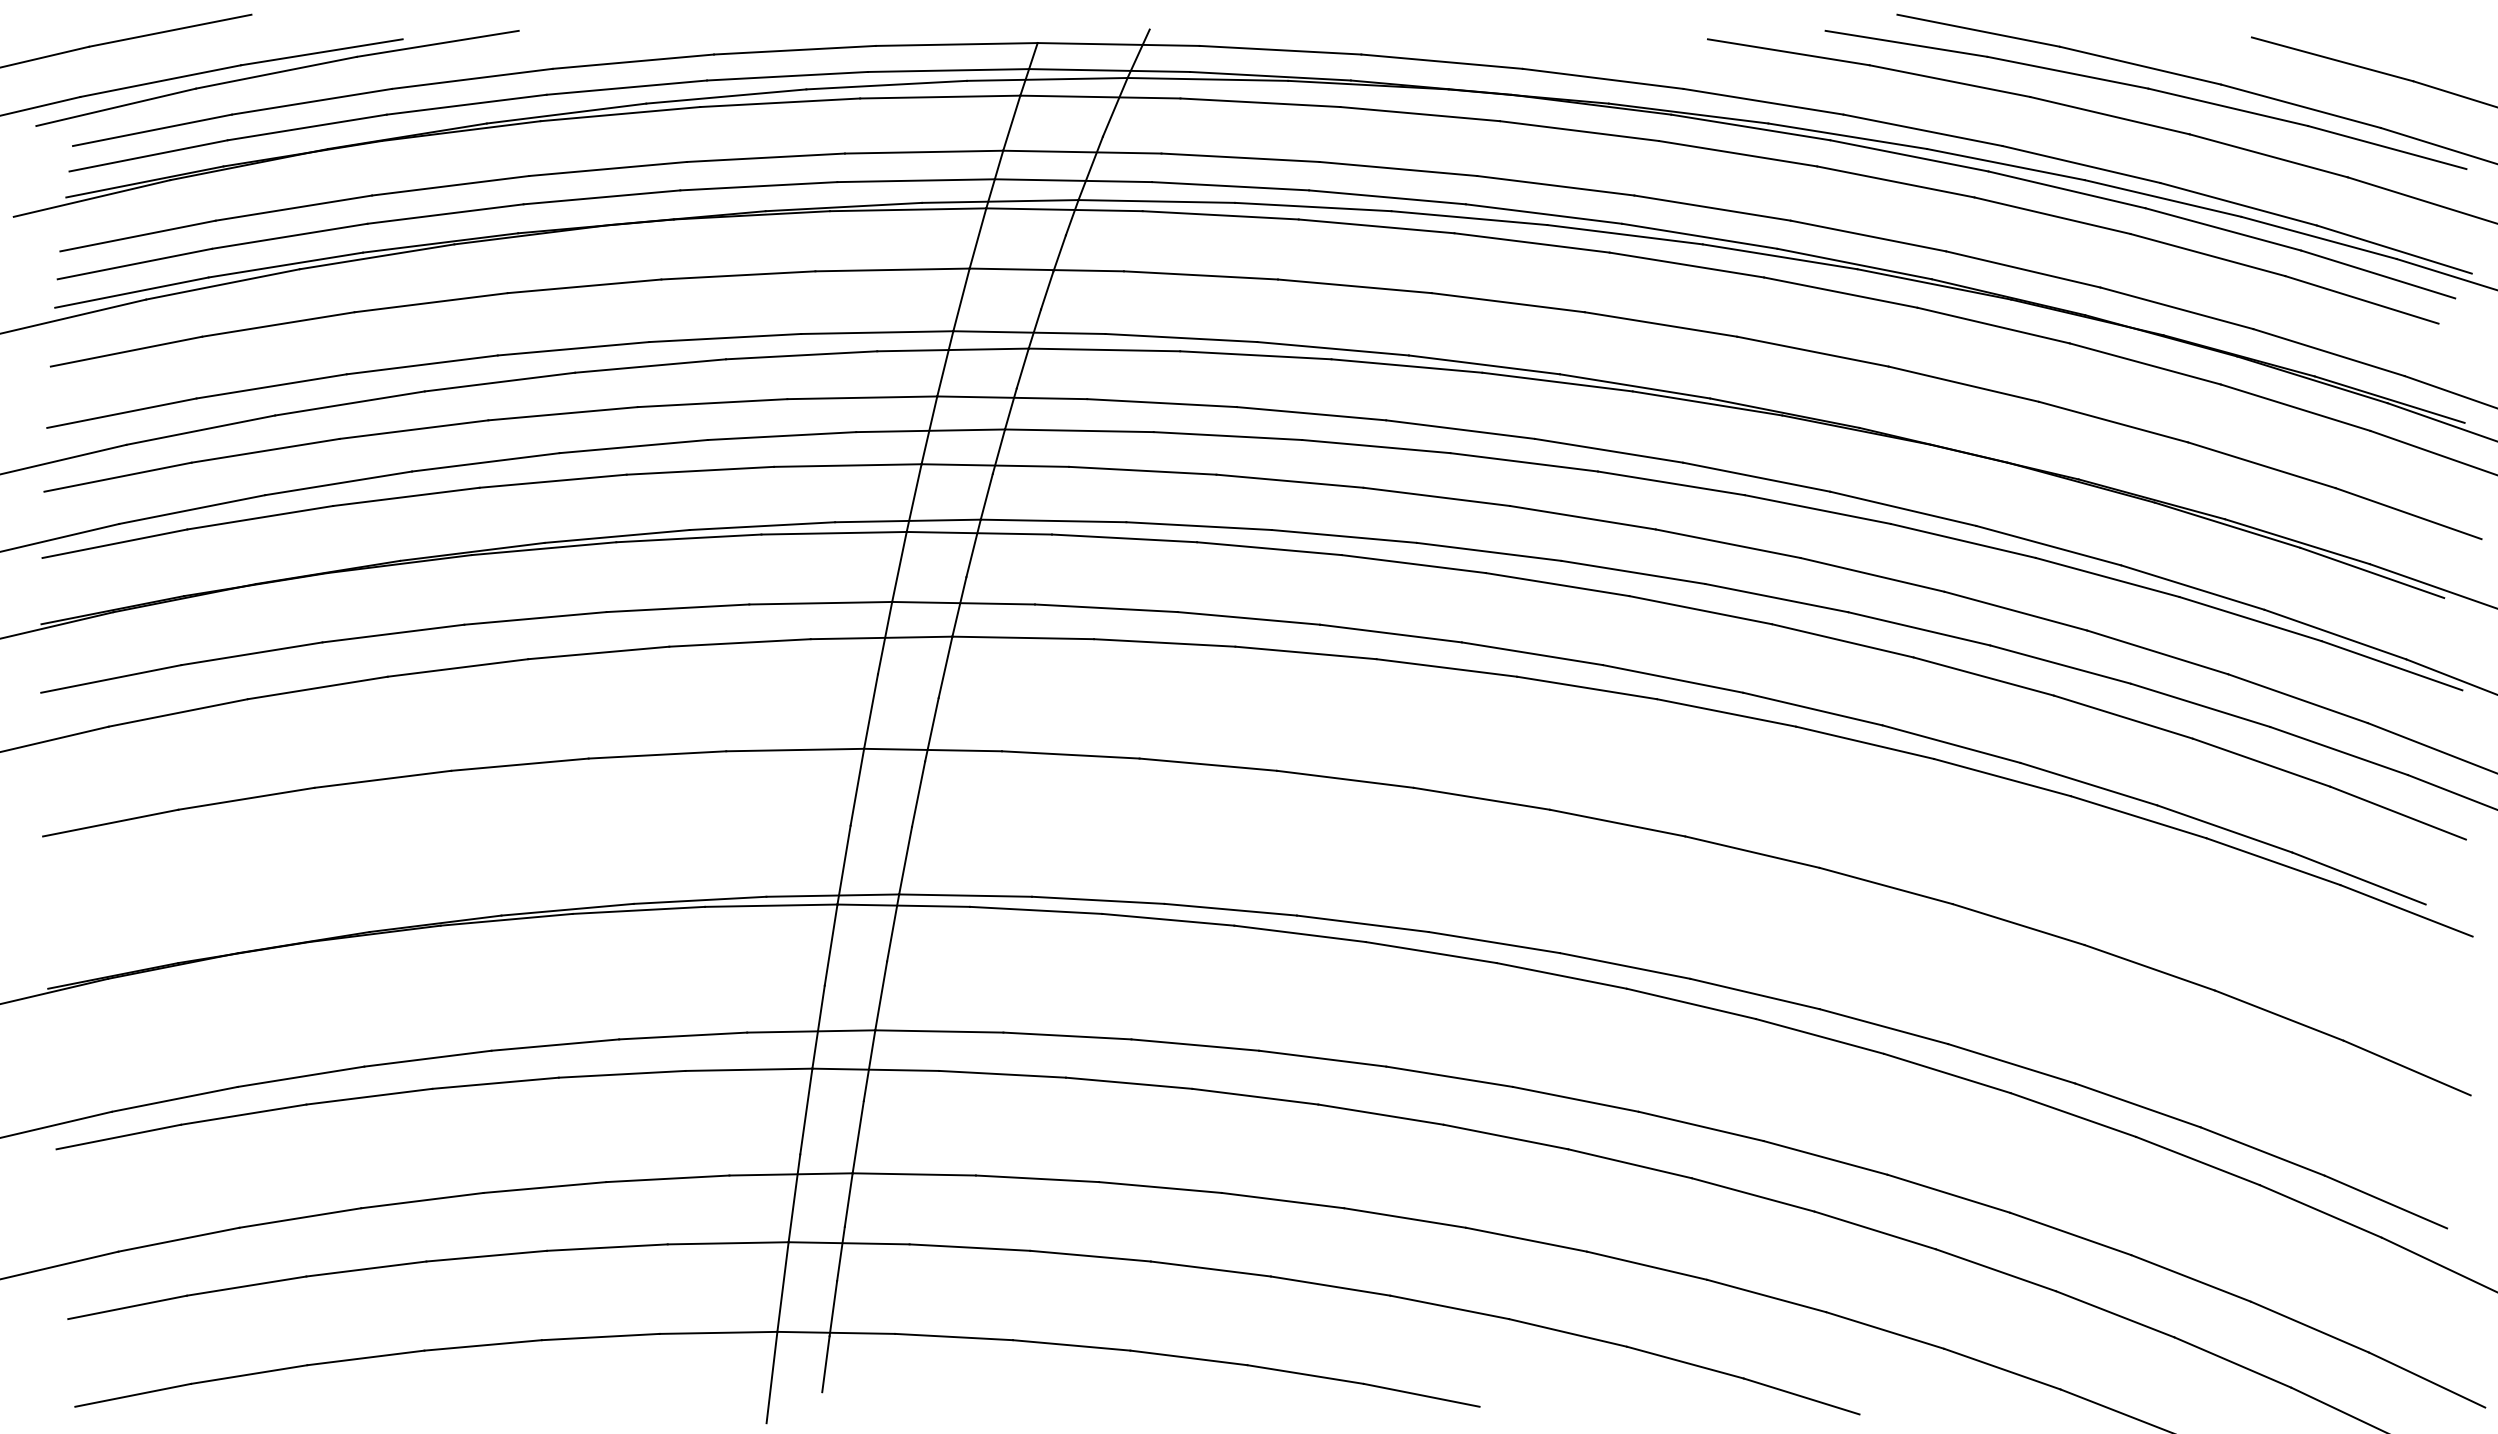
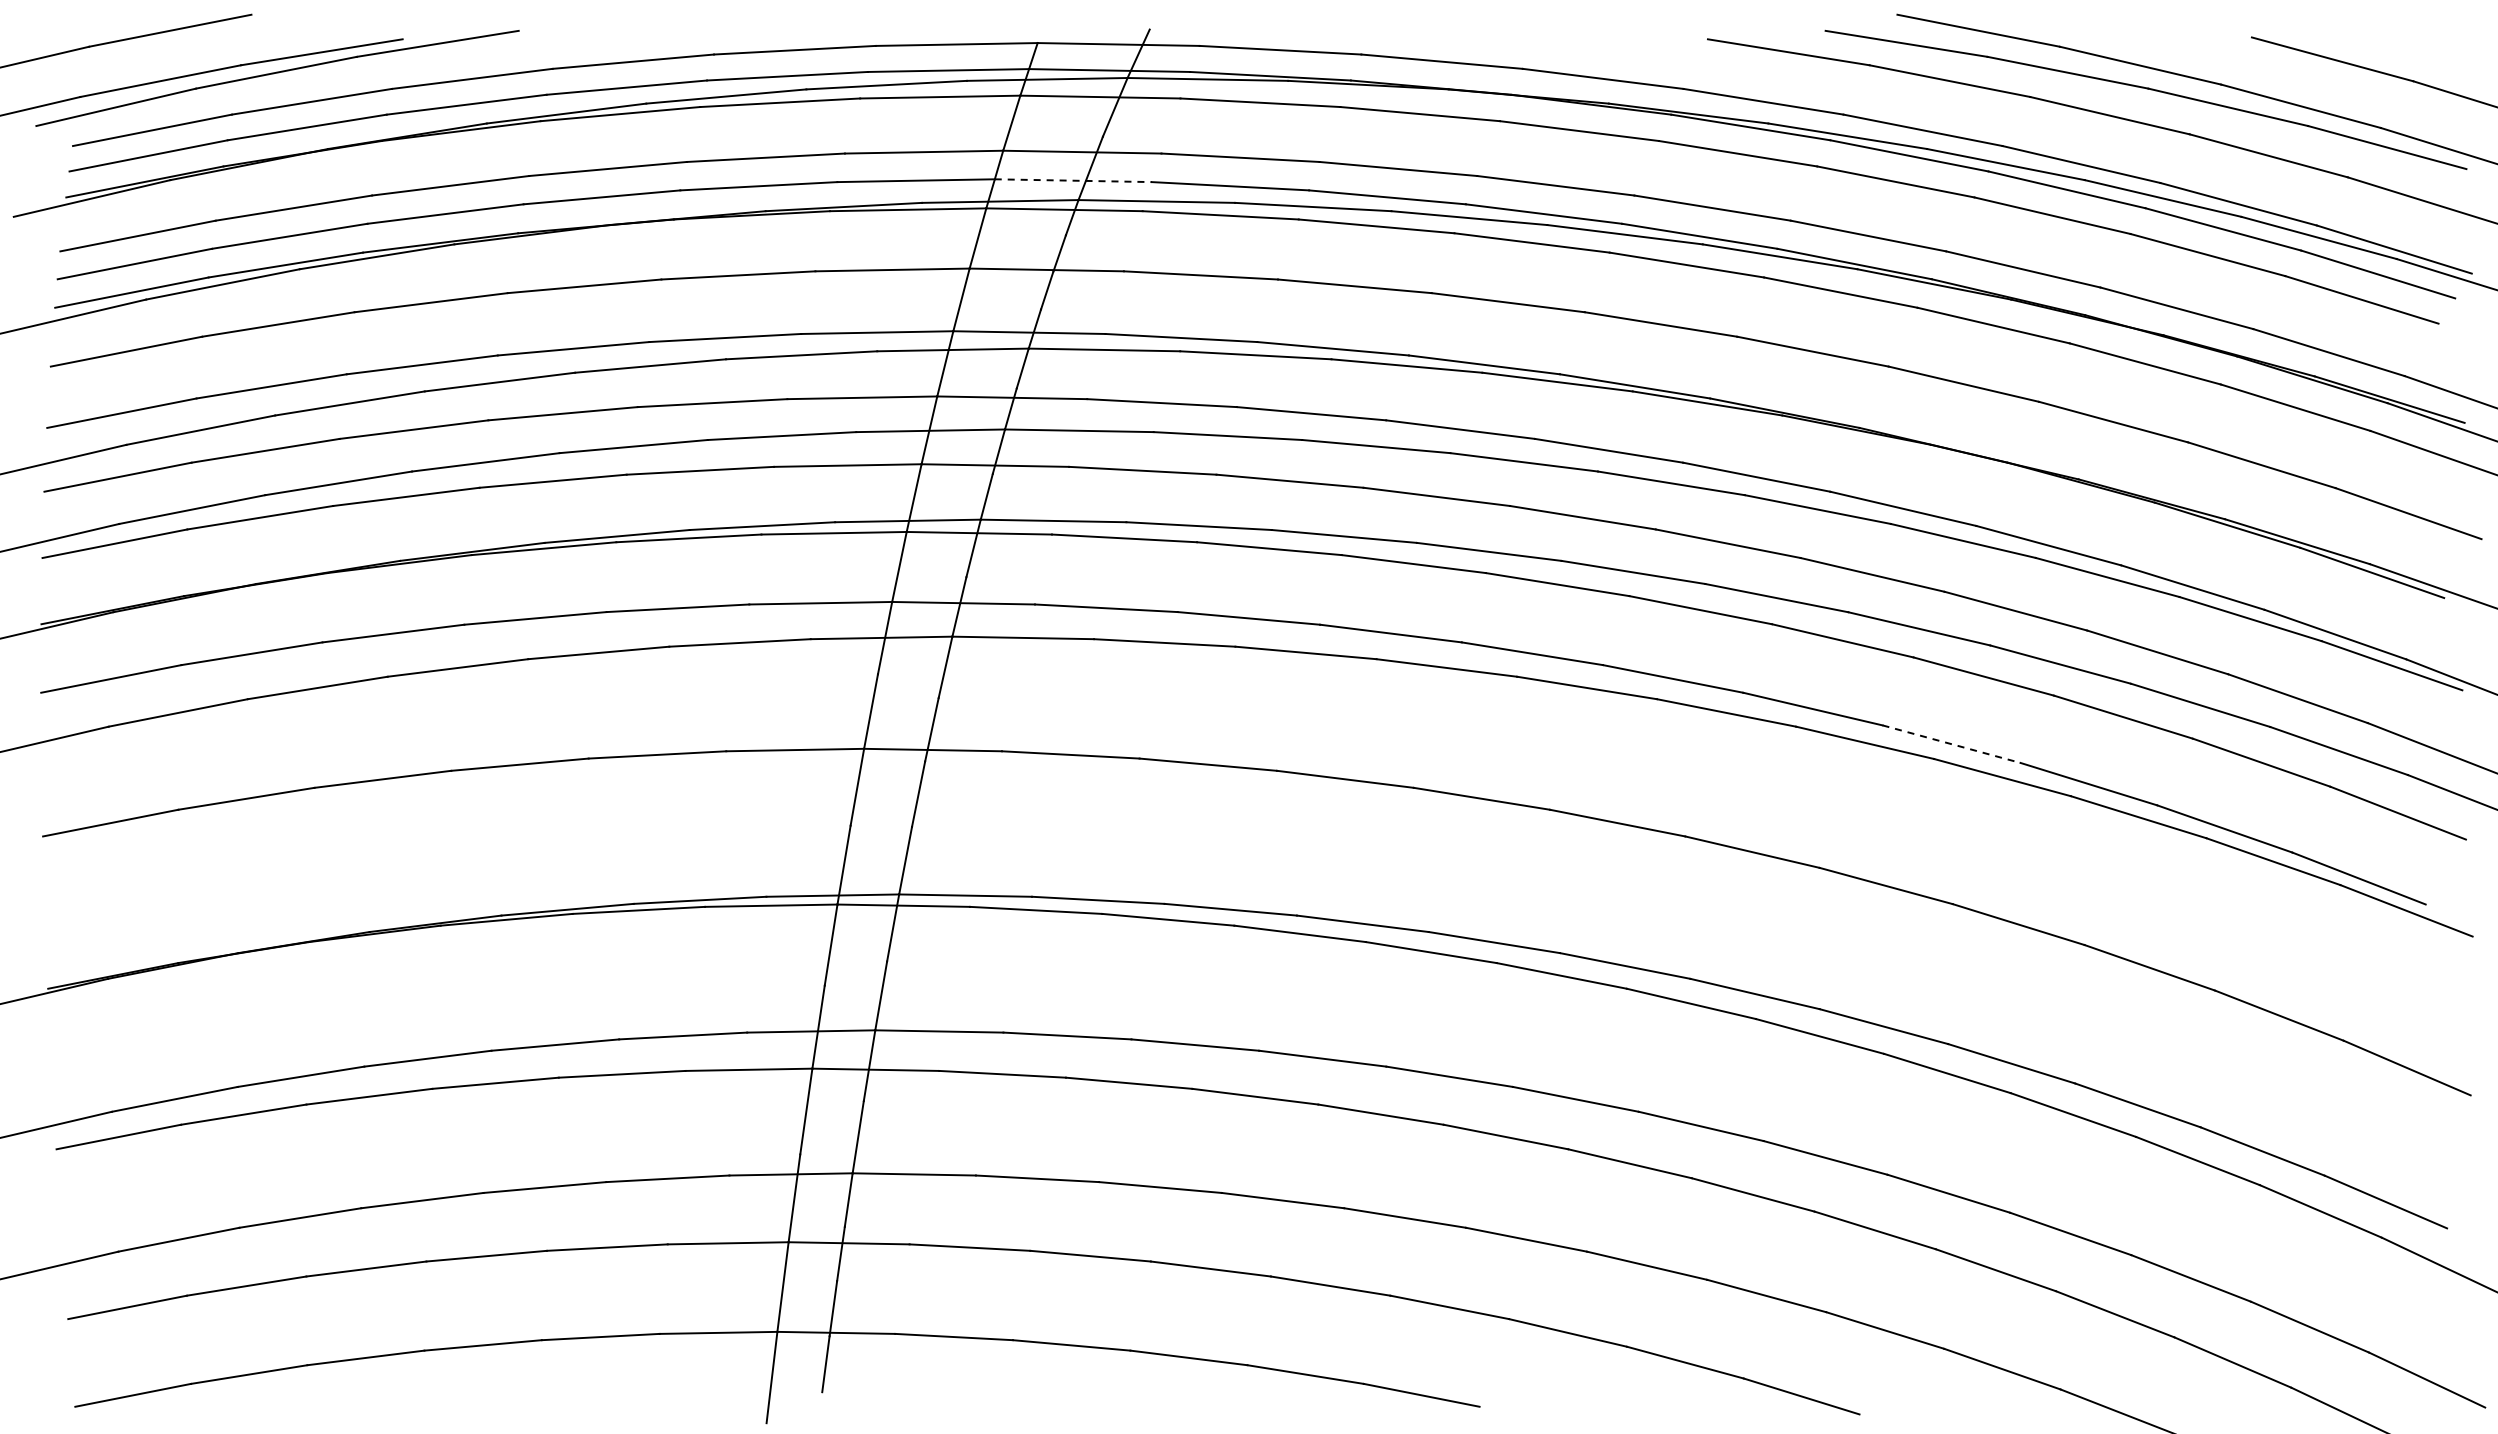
line at (1073, 180): solid -> dashed
line at (1951, 744): solid -> dashed
